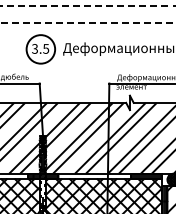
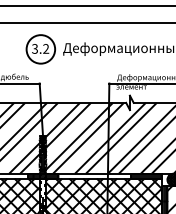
line at (88, 6): dashed -> solid
line at (87, 23): dashed -> solid
text at (46, 48): 3.5 -> 3.2
